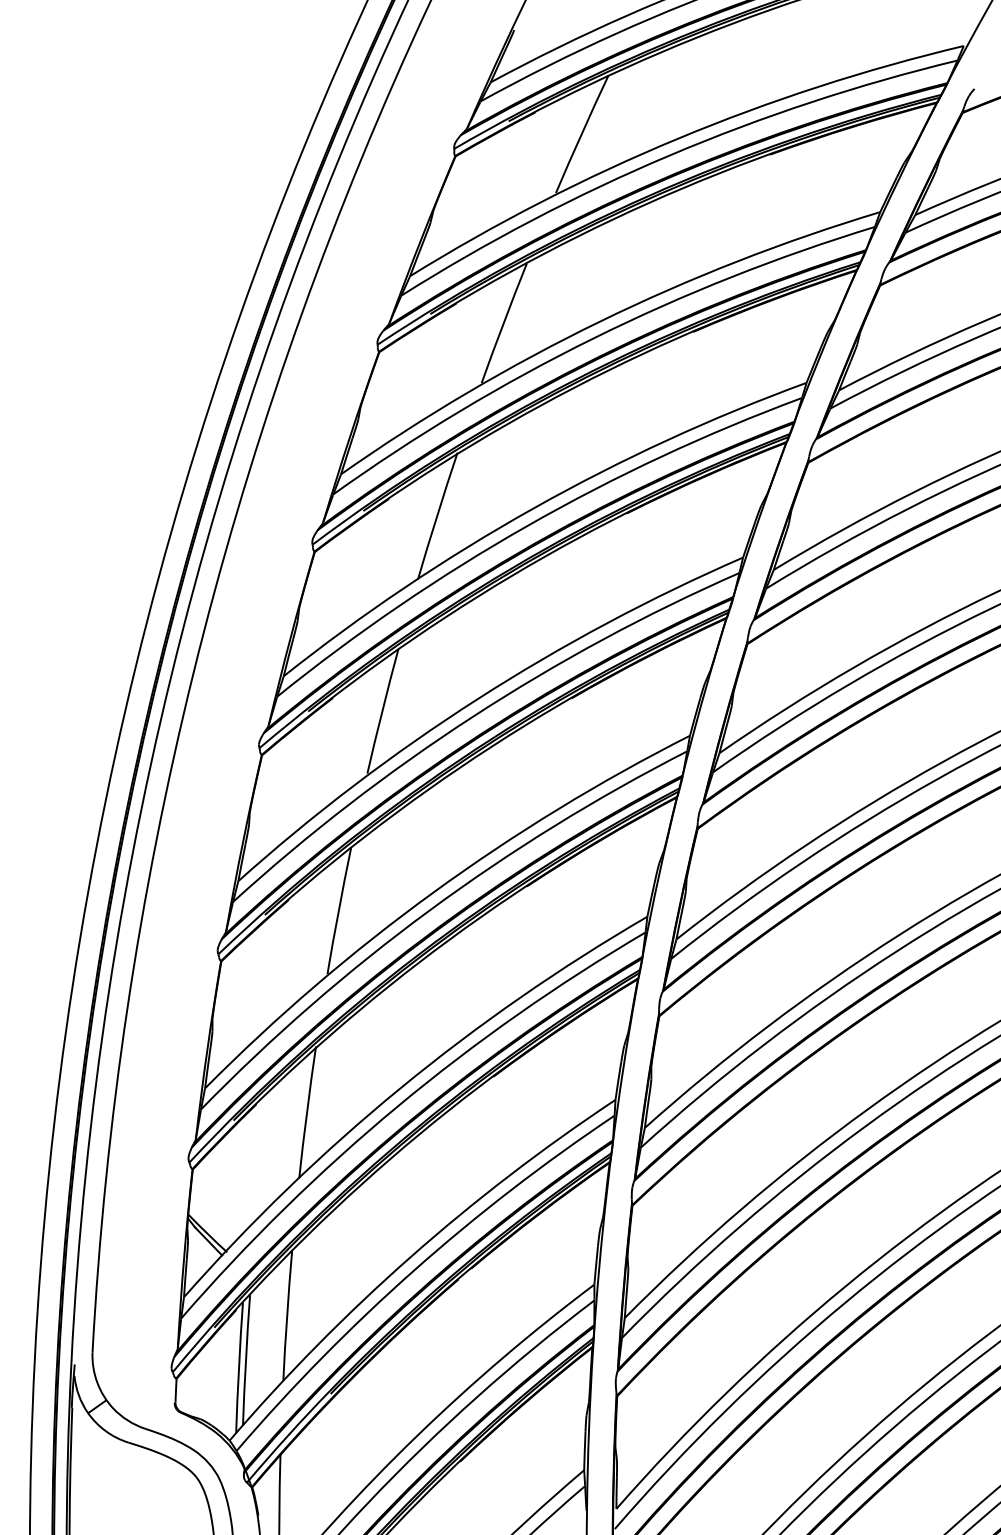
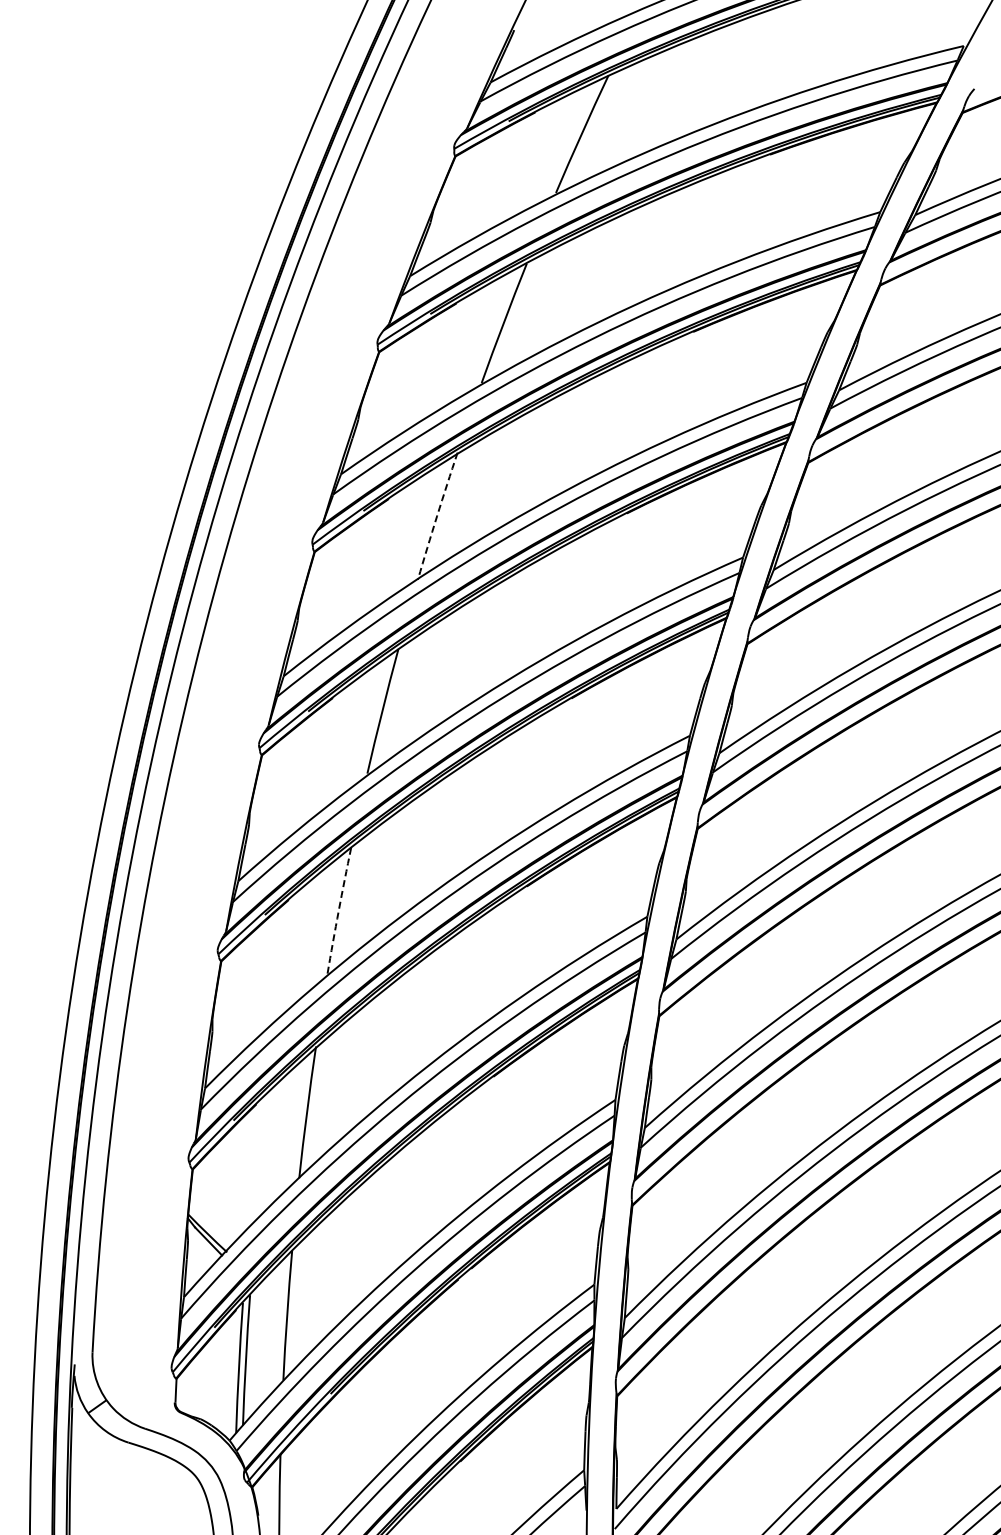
arc at (437, 516): solid -> dashed
arc at (338, 910): solid -> dashed
